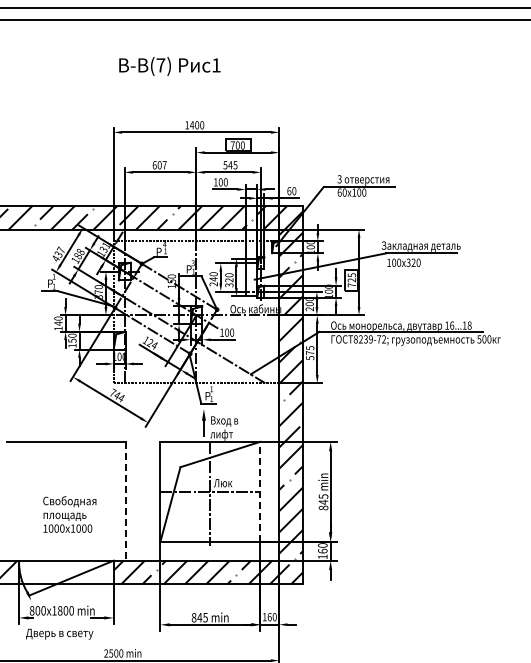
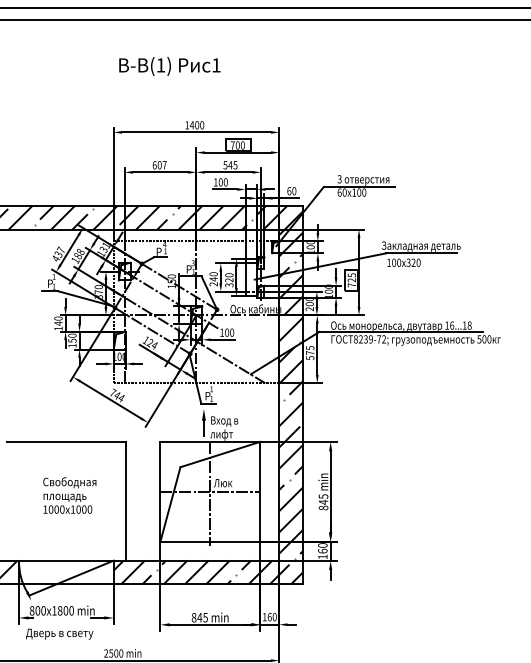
text at (160, 65): (7) -> (1)
line at (260, 491): dashed -> solid
line at (125, 502): dashed -> solid
text at (69, 514) position: (69, 514) -> (69, 495)
